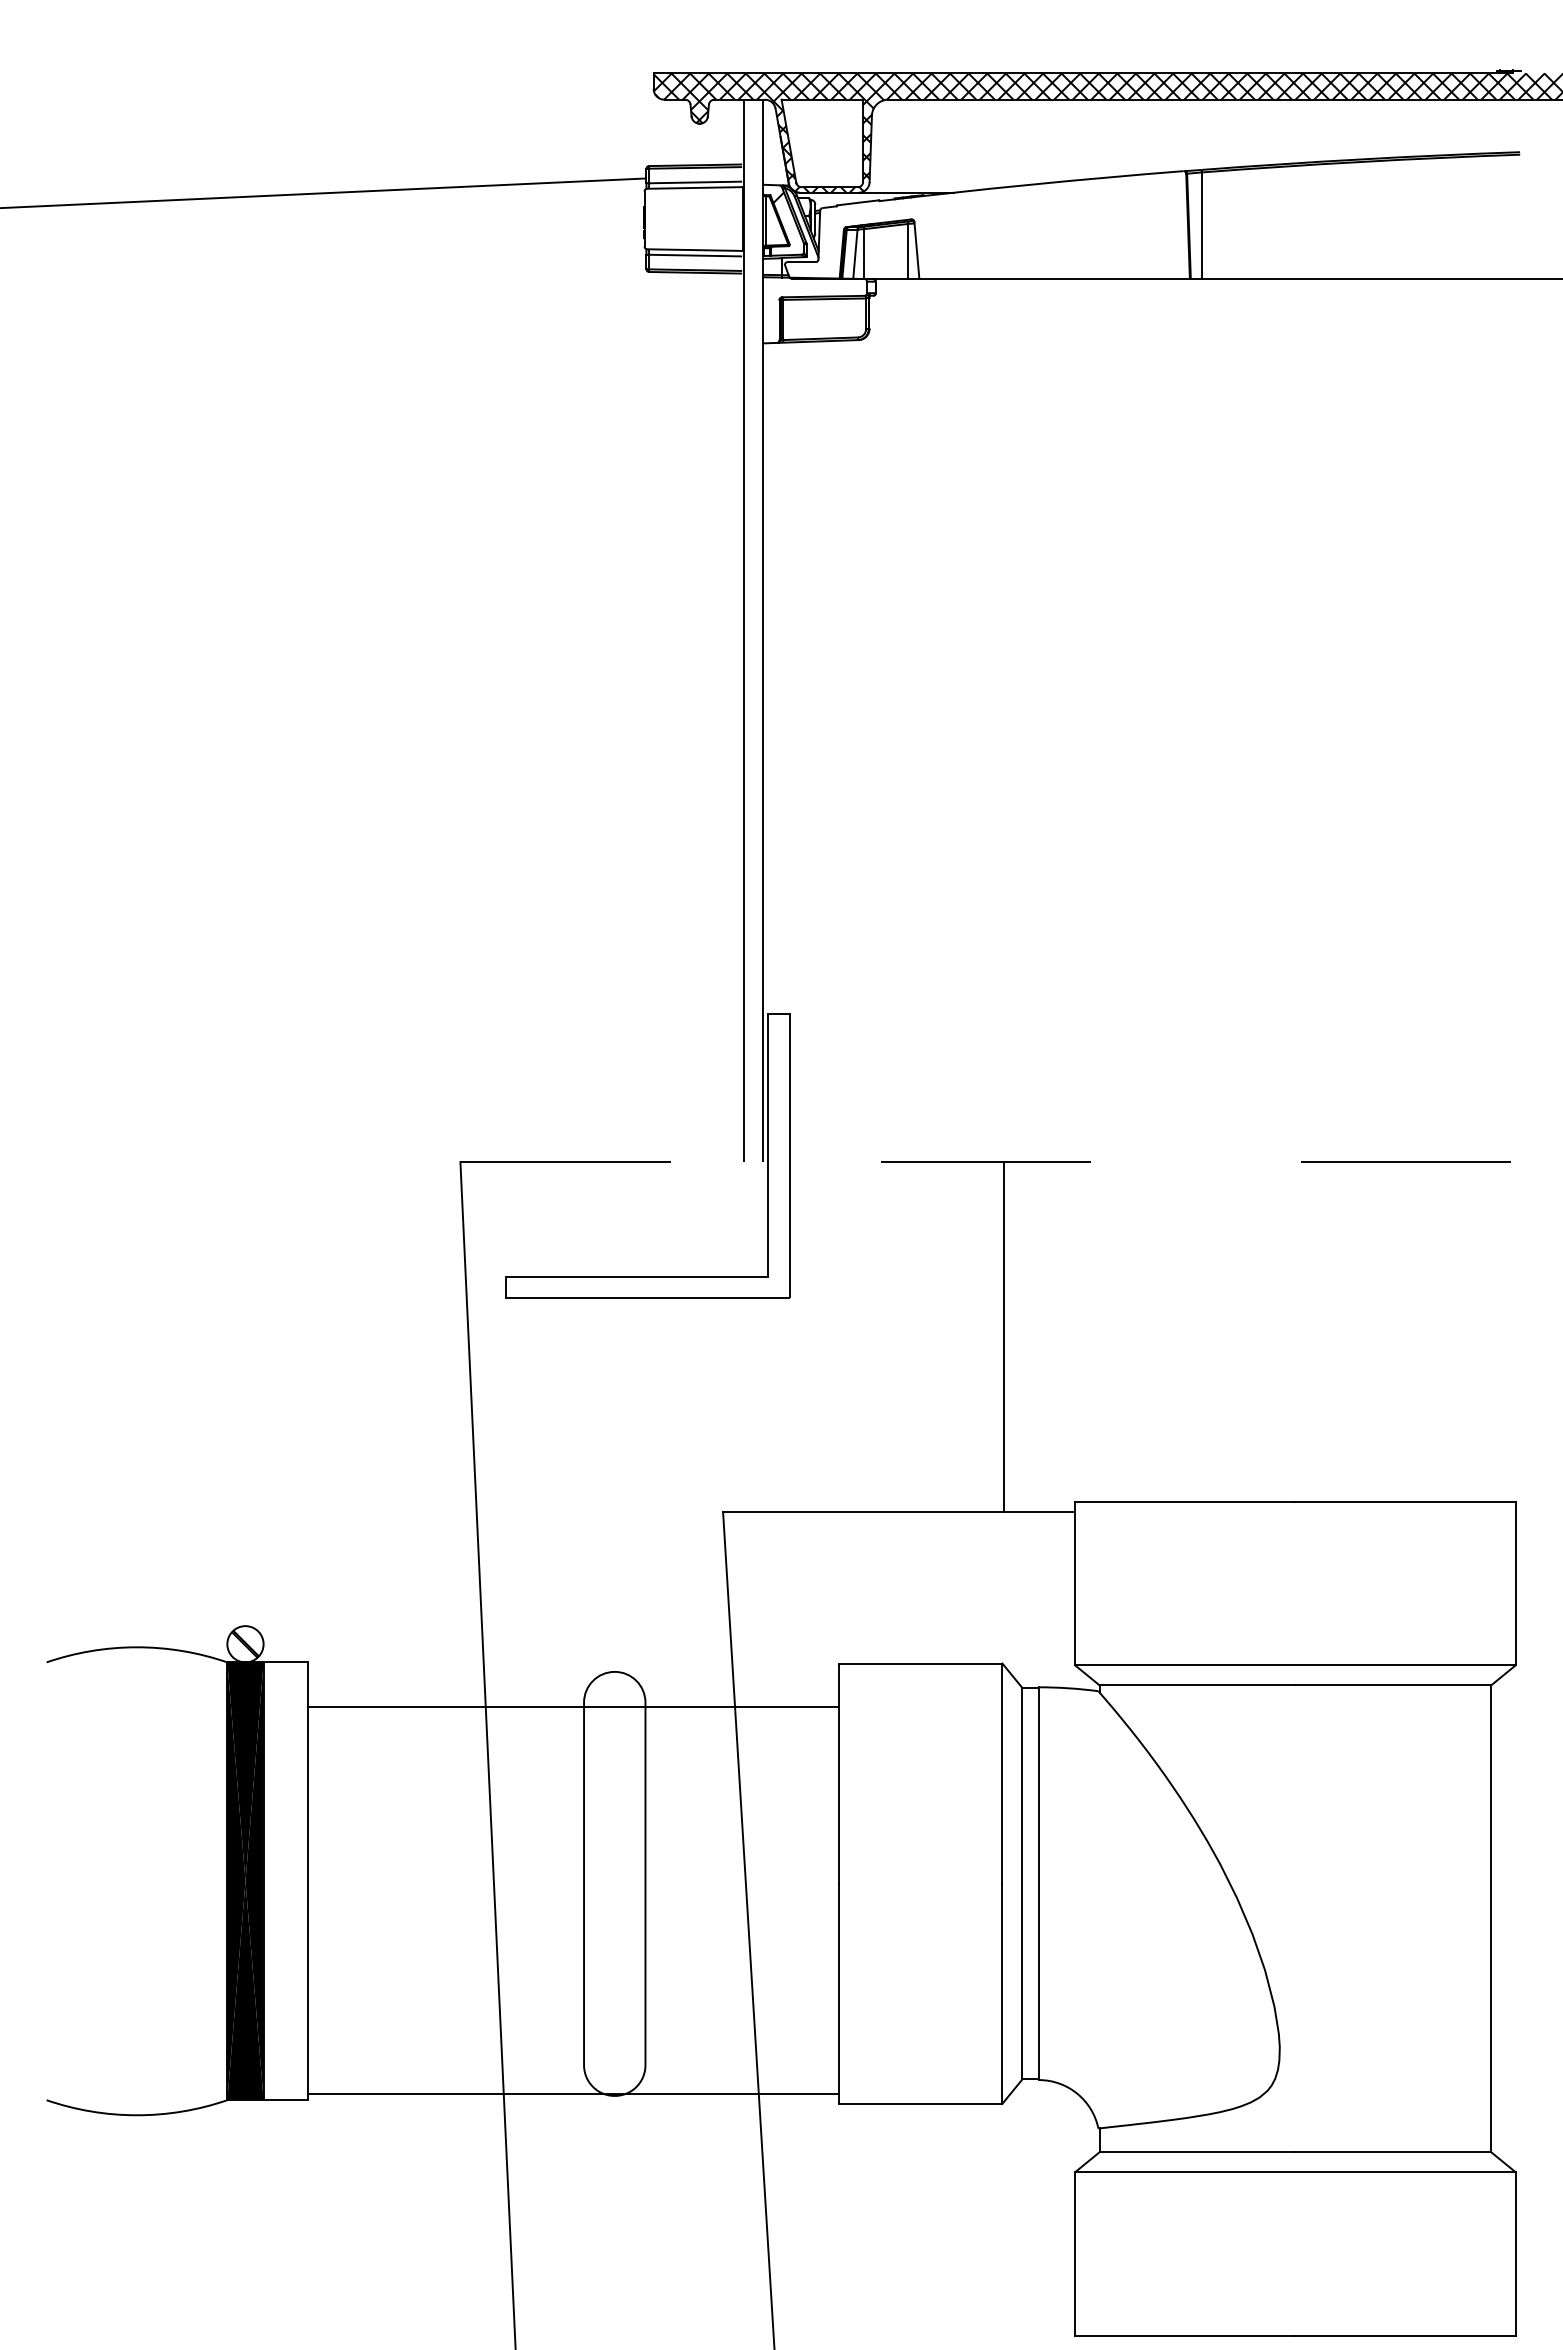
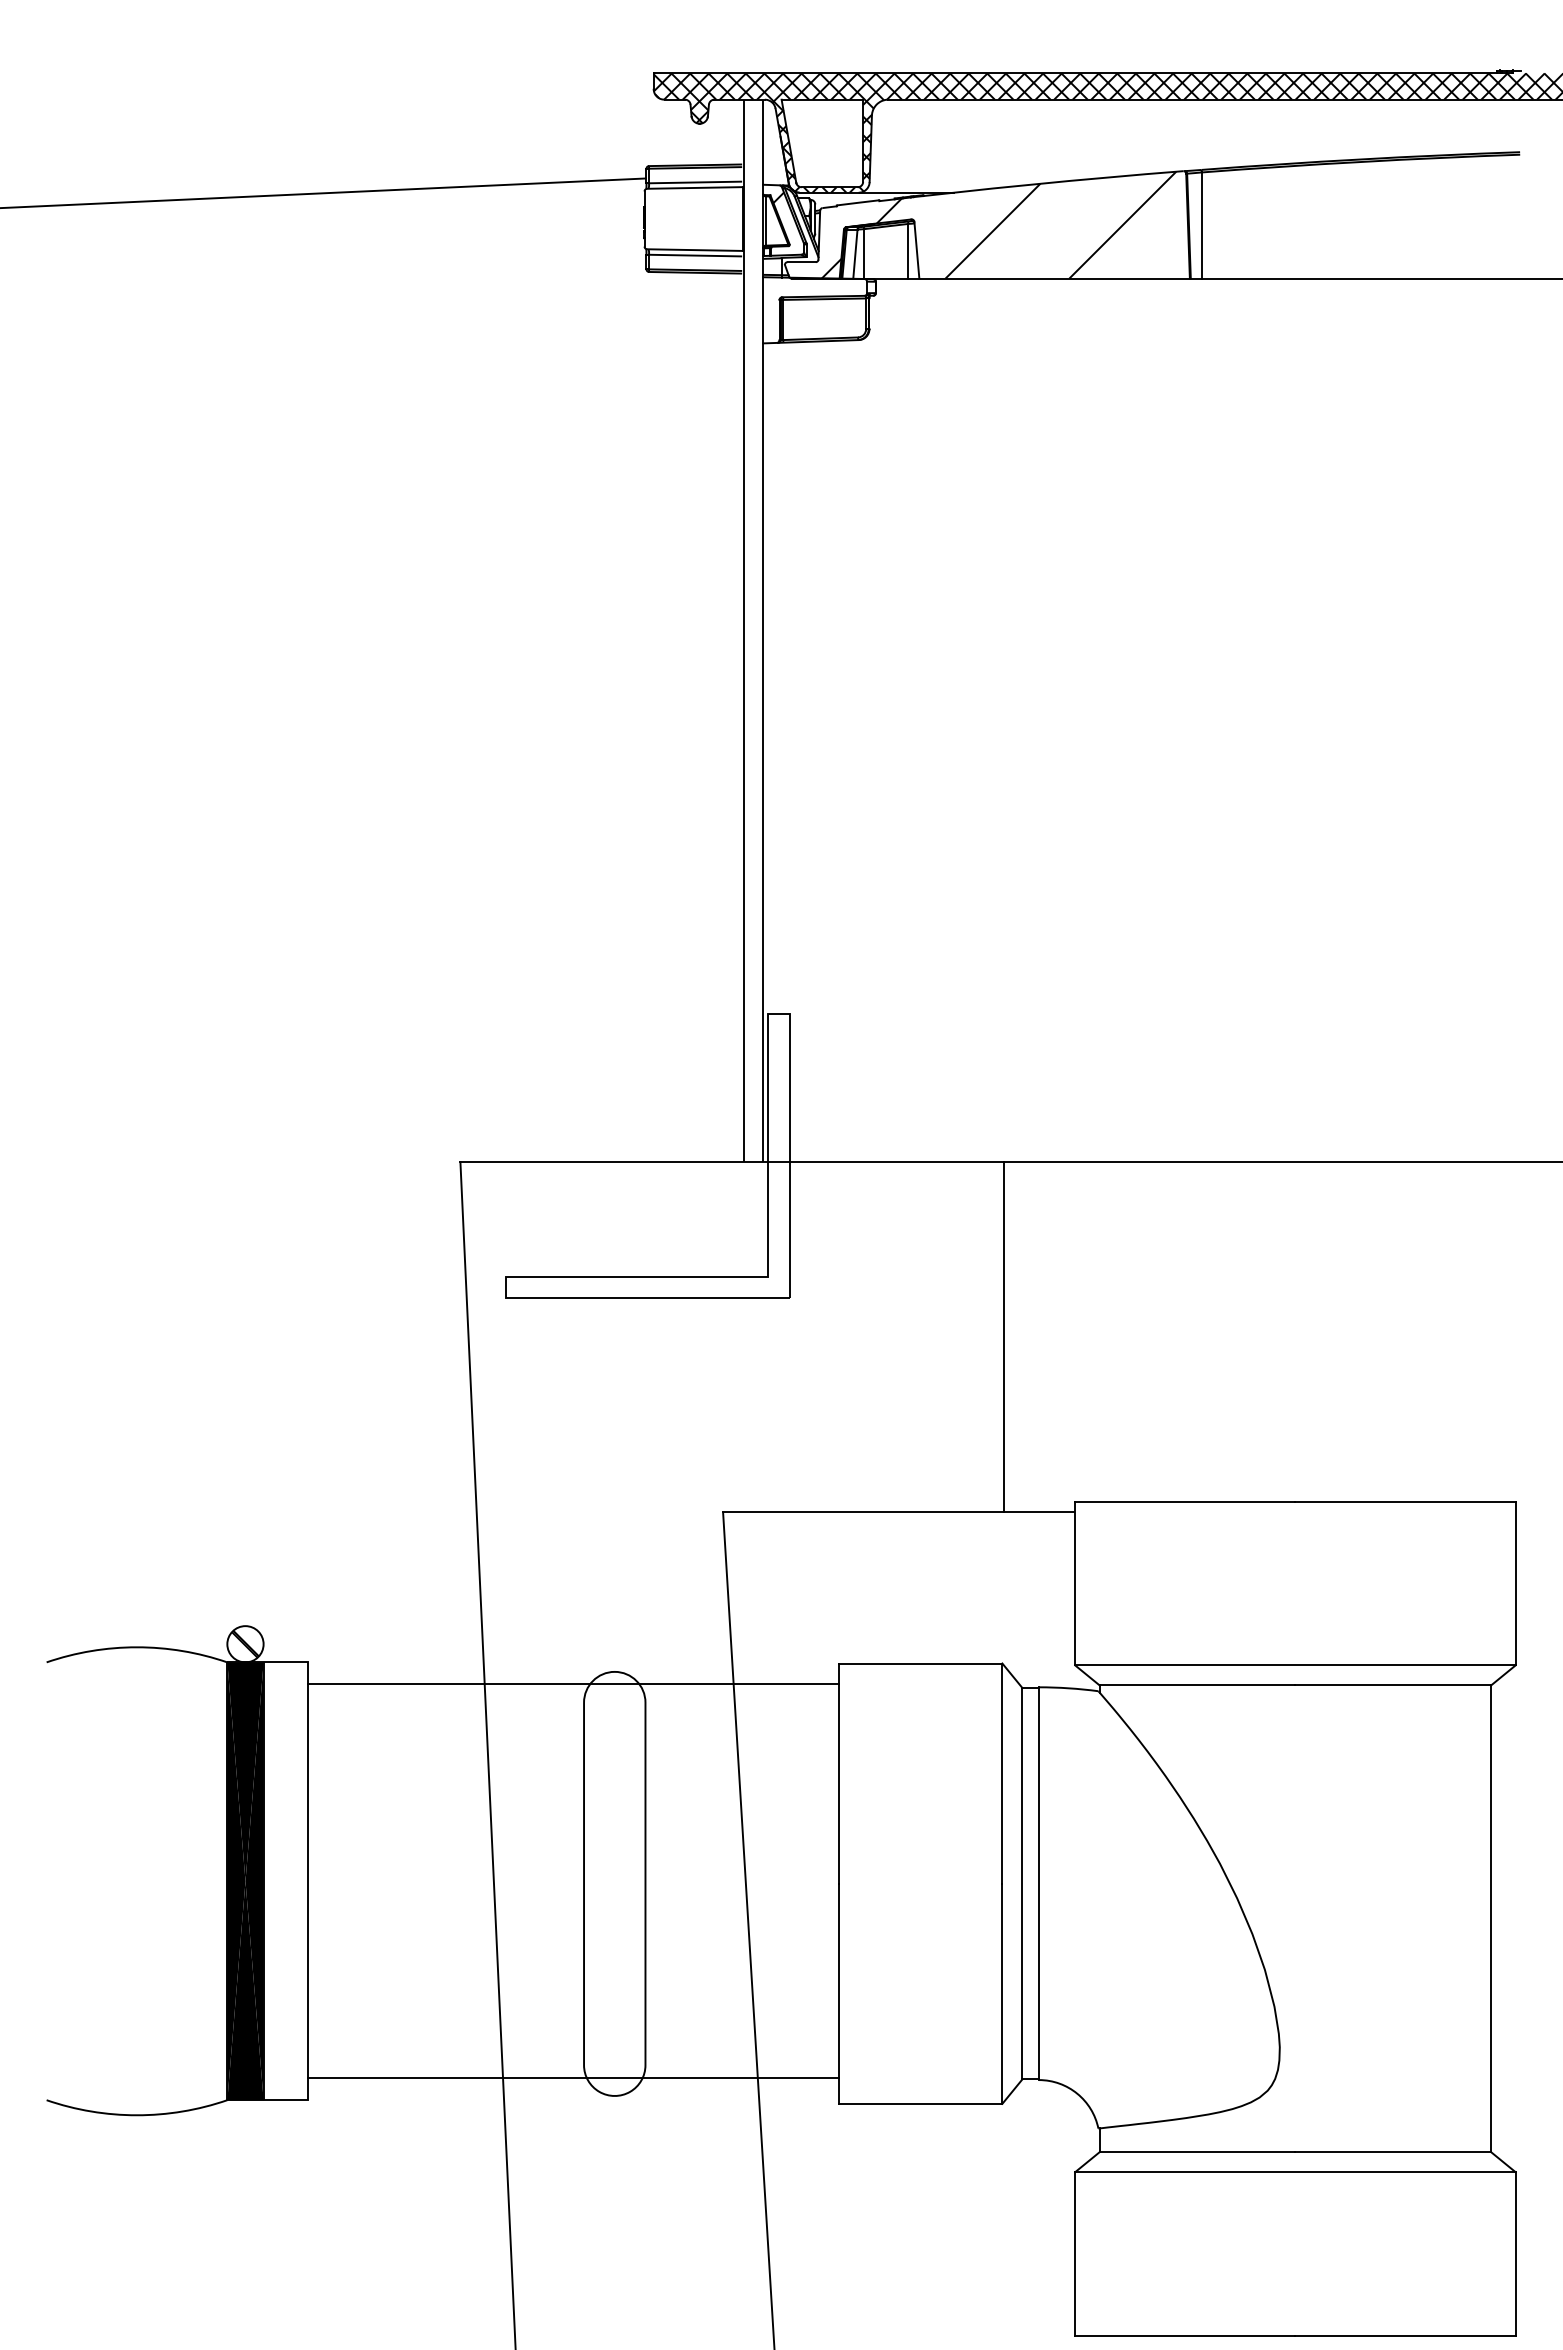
hatch at (998, 224): none -> present
line at (1011, 1162): dashed -> solid
line at (572, 1707) position: (572, 1707) -> (572, 1684)
line at (572, 2094) position: (572, 2094) -> (572, 2078)
